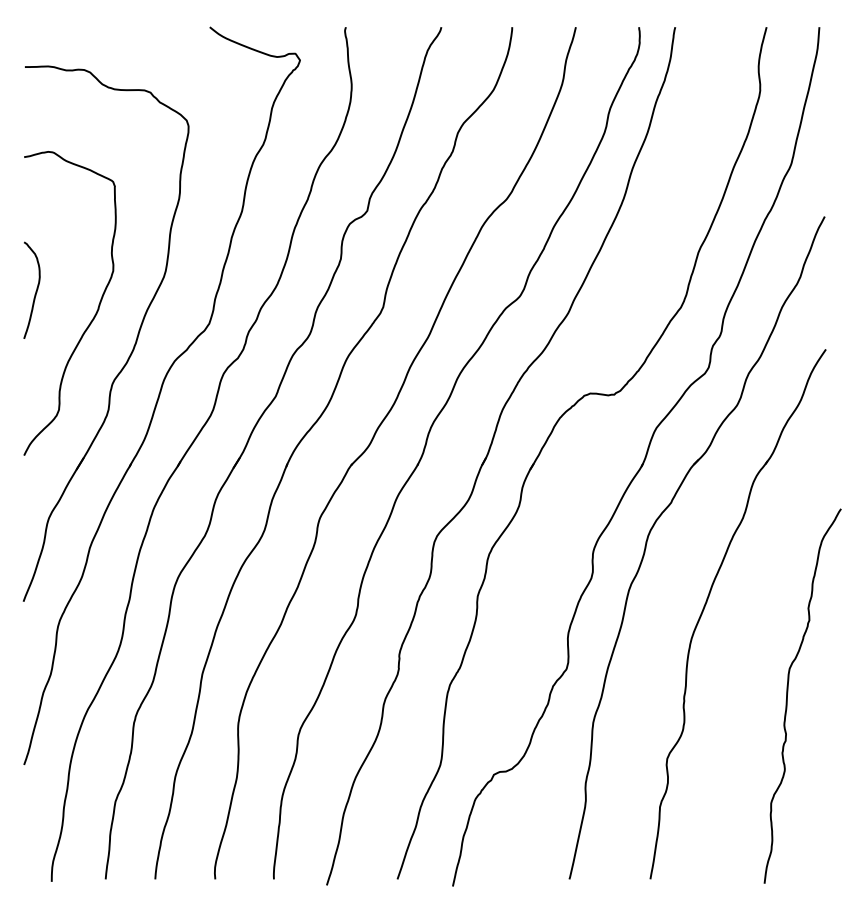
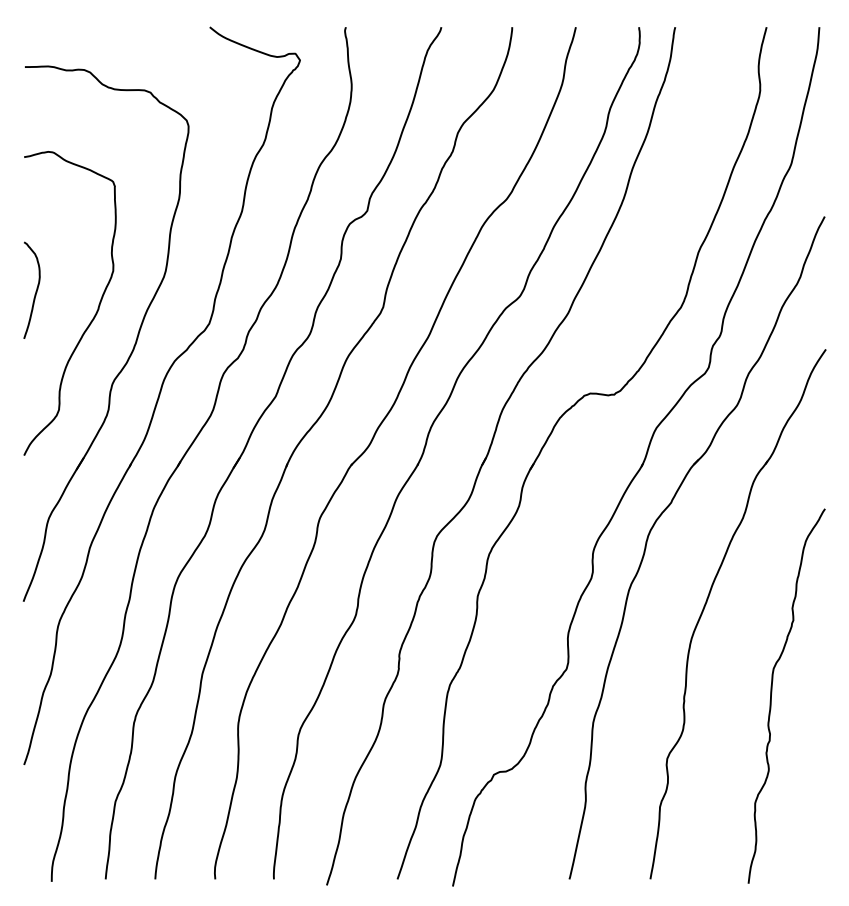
curve at (788, 693) position: (788, 693) -> (772, 693)
